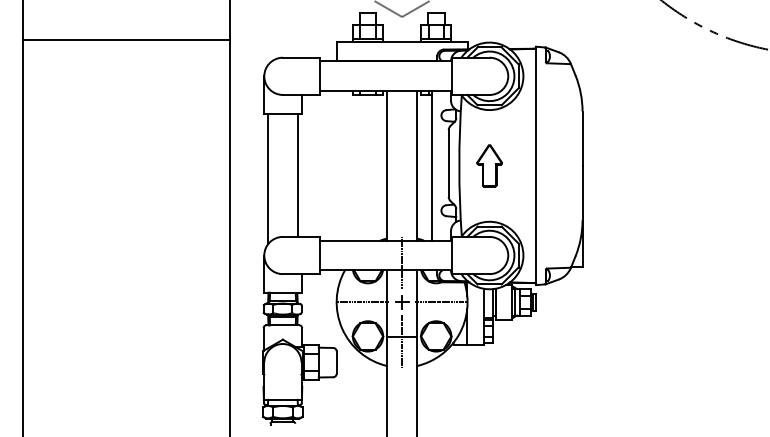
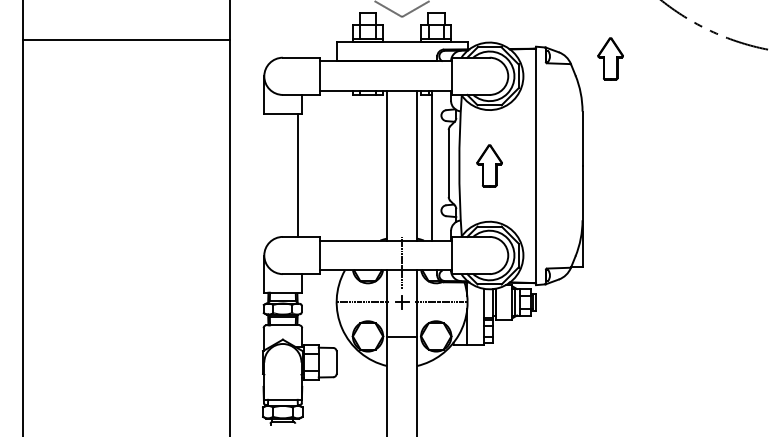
part at (610, 58): none -> present
line at (267, 178): present -> none
line at (402, 341): present -> none
